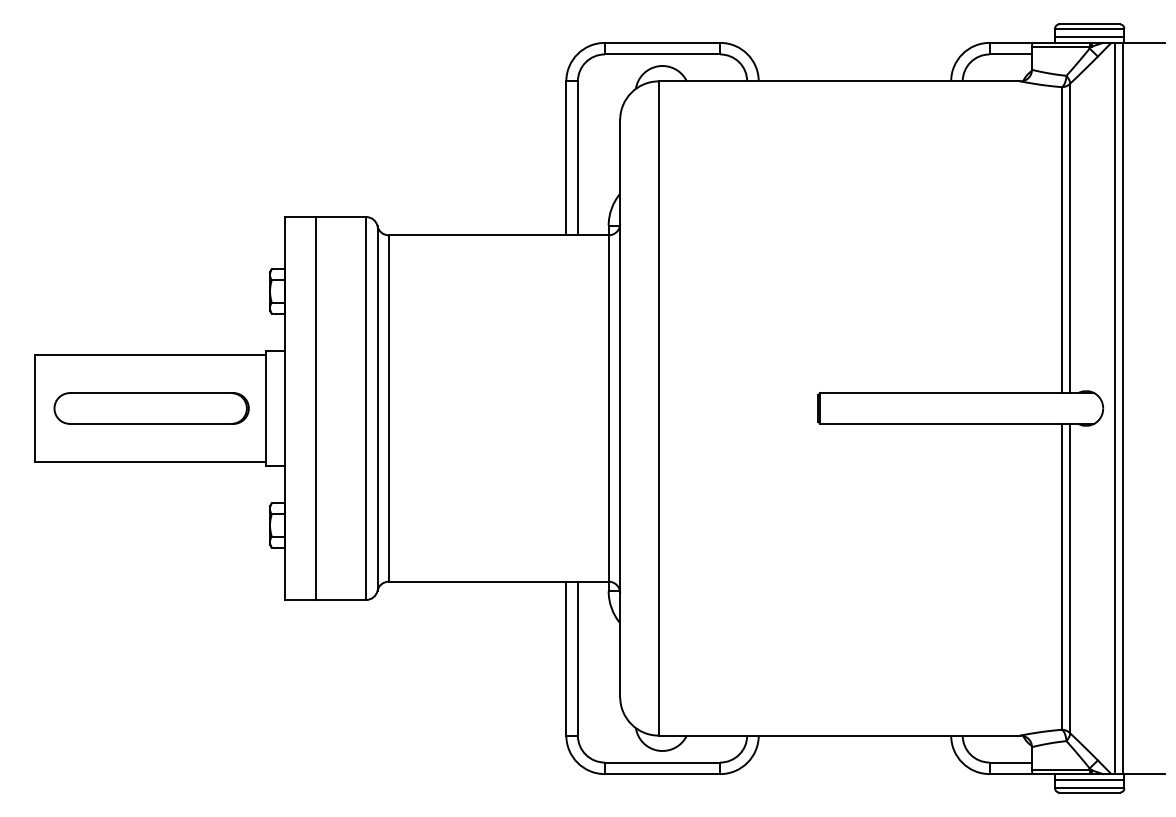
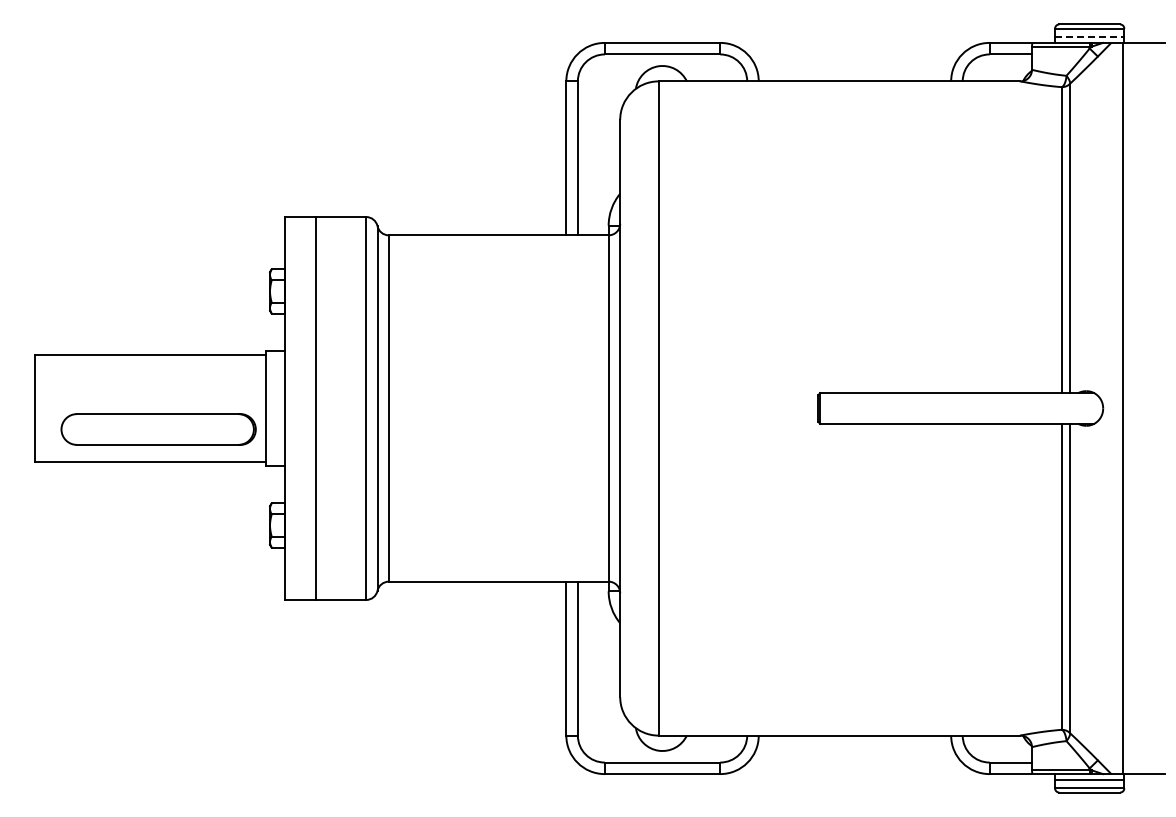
line at (1089, 37): solid -> dashed
part at (151, 408) position: (151, 408) -> (158, 429)
line at (1115, 408): present -> none
